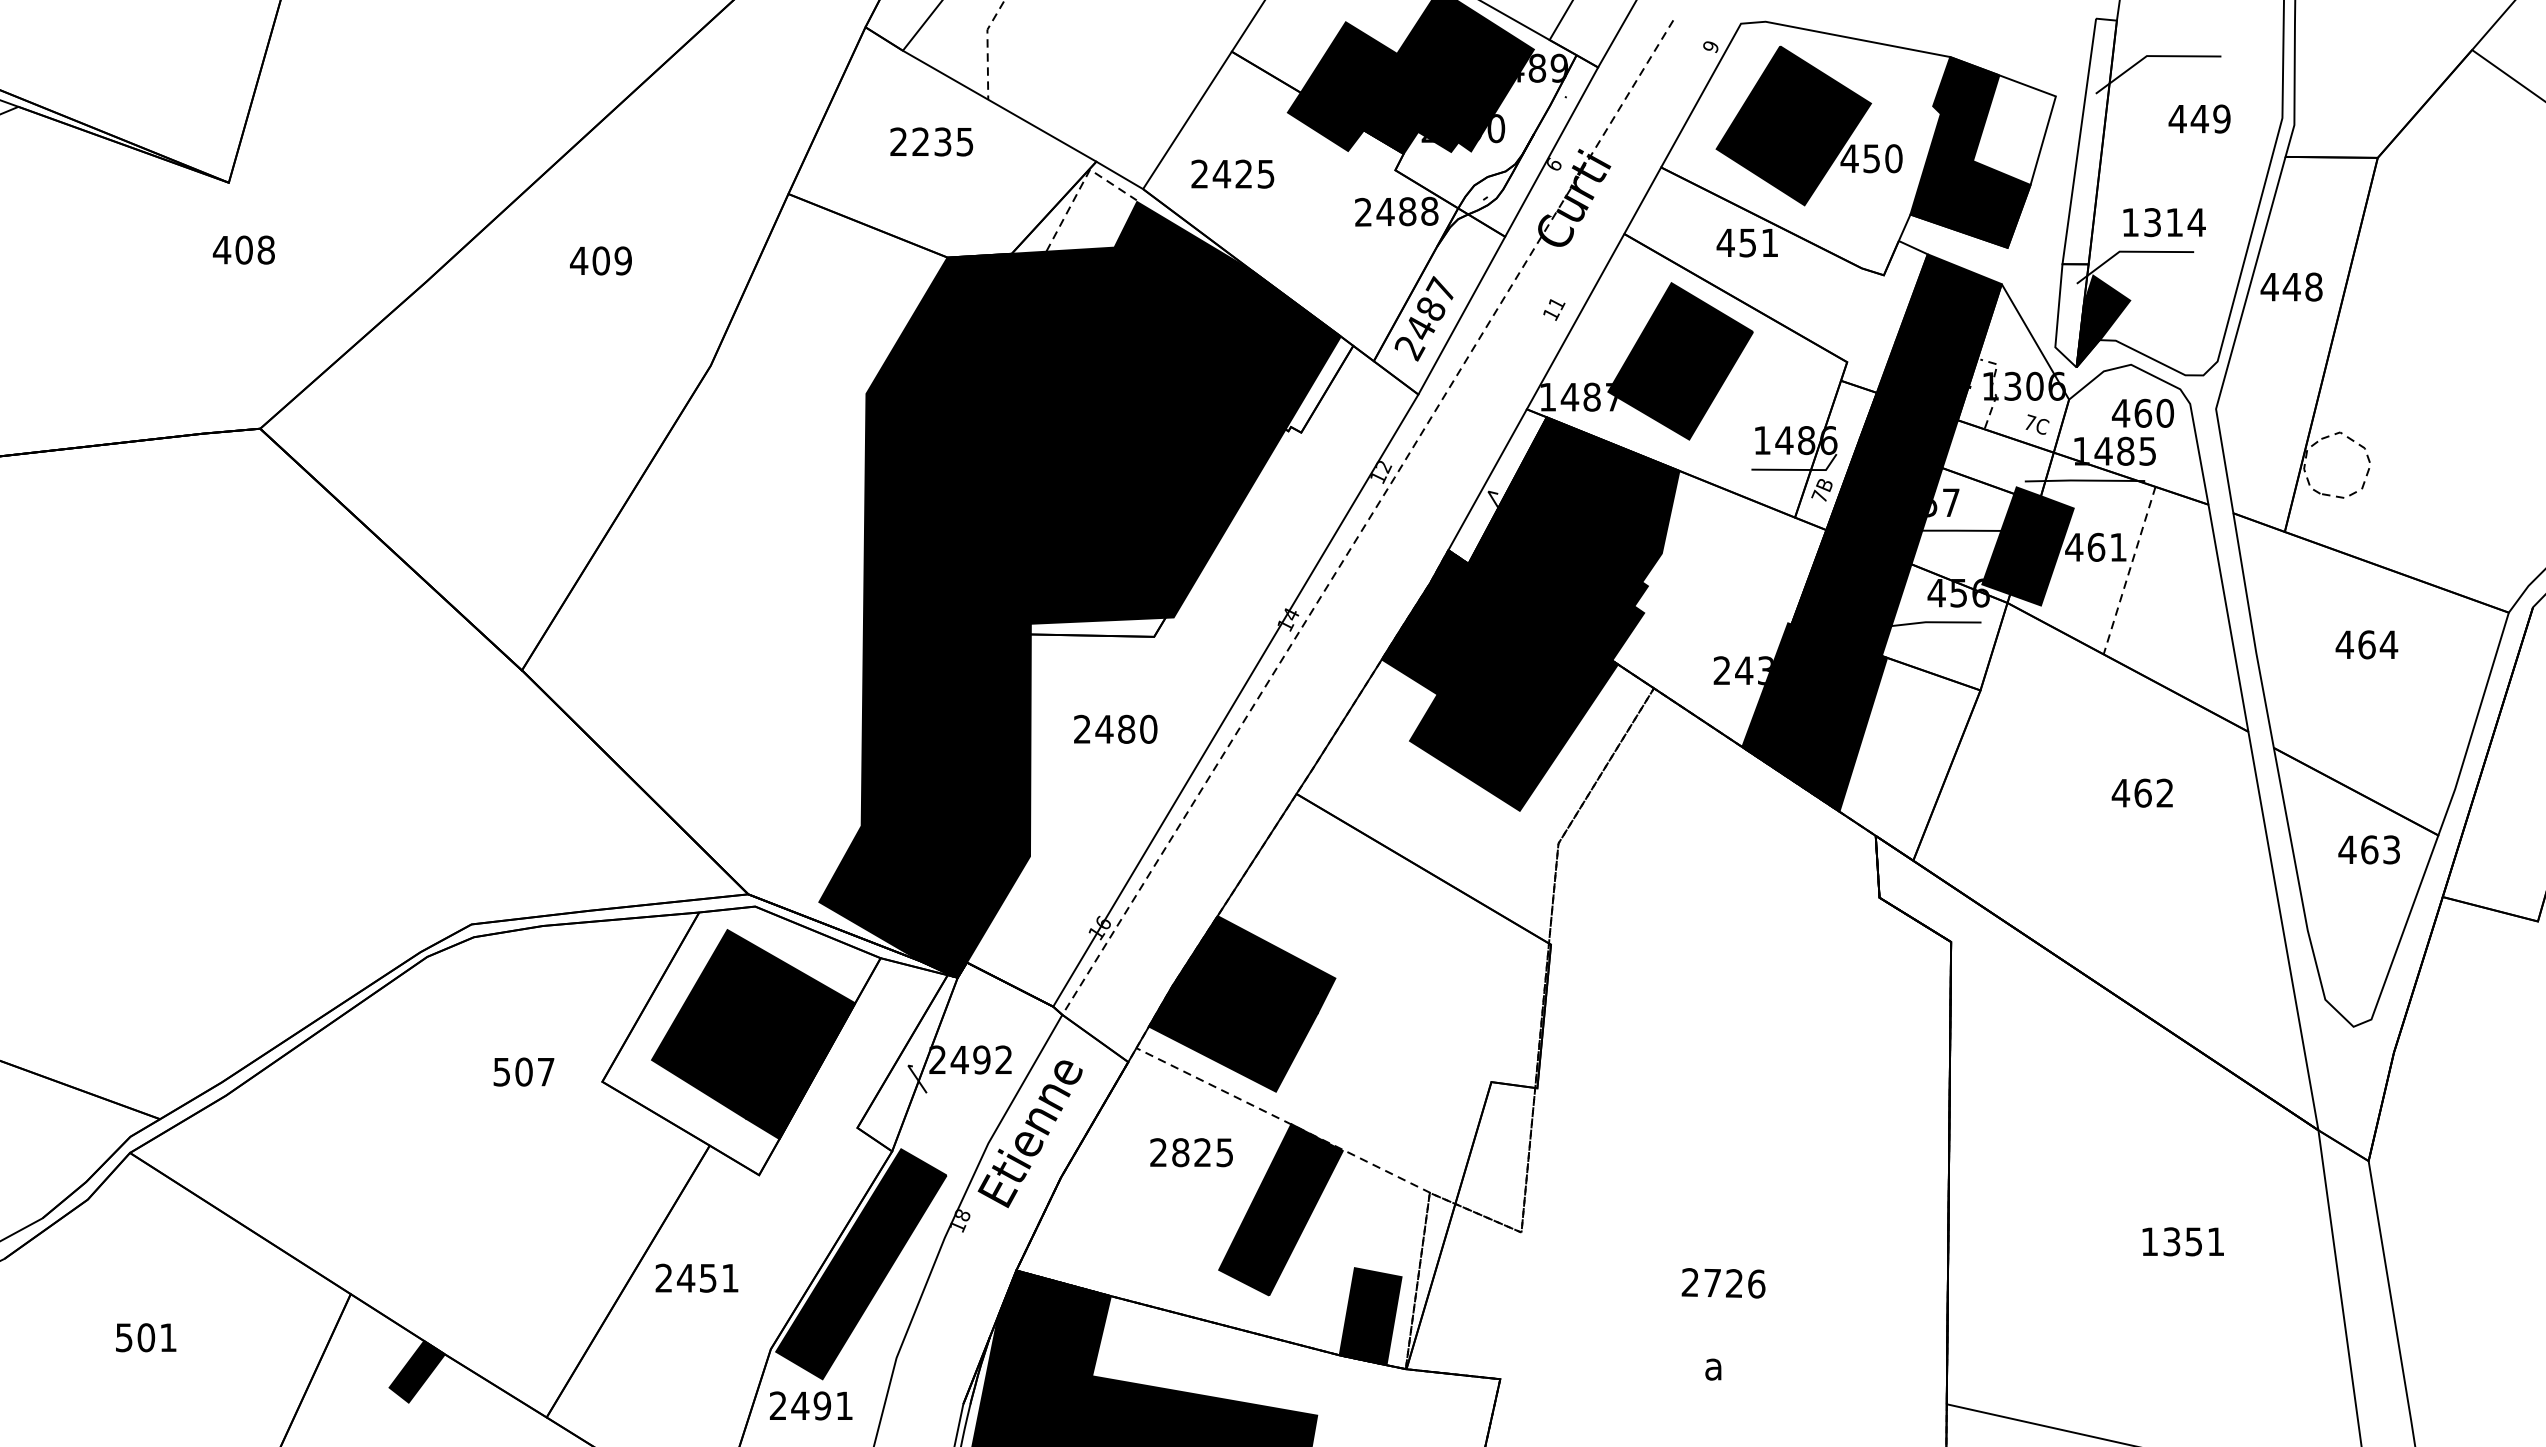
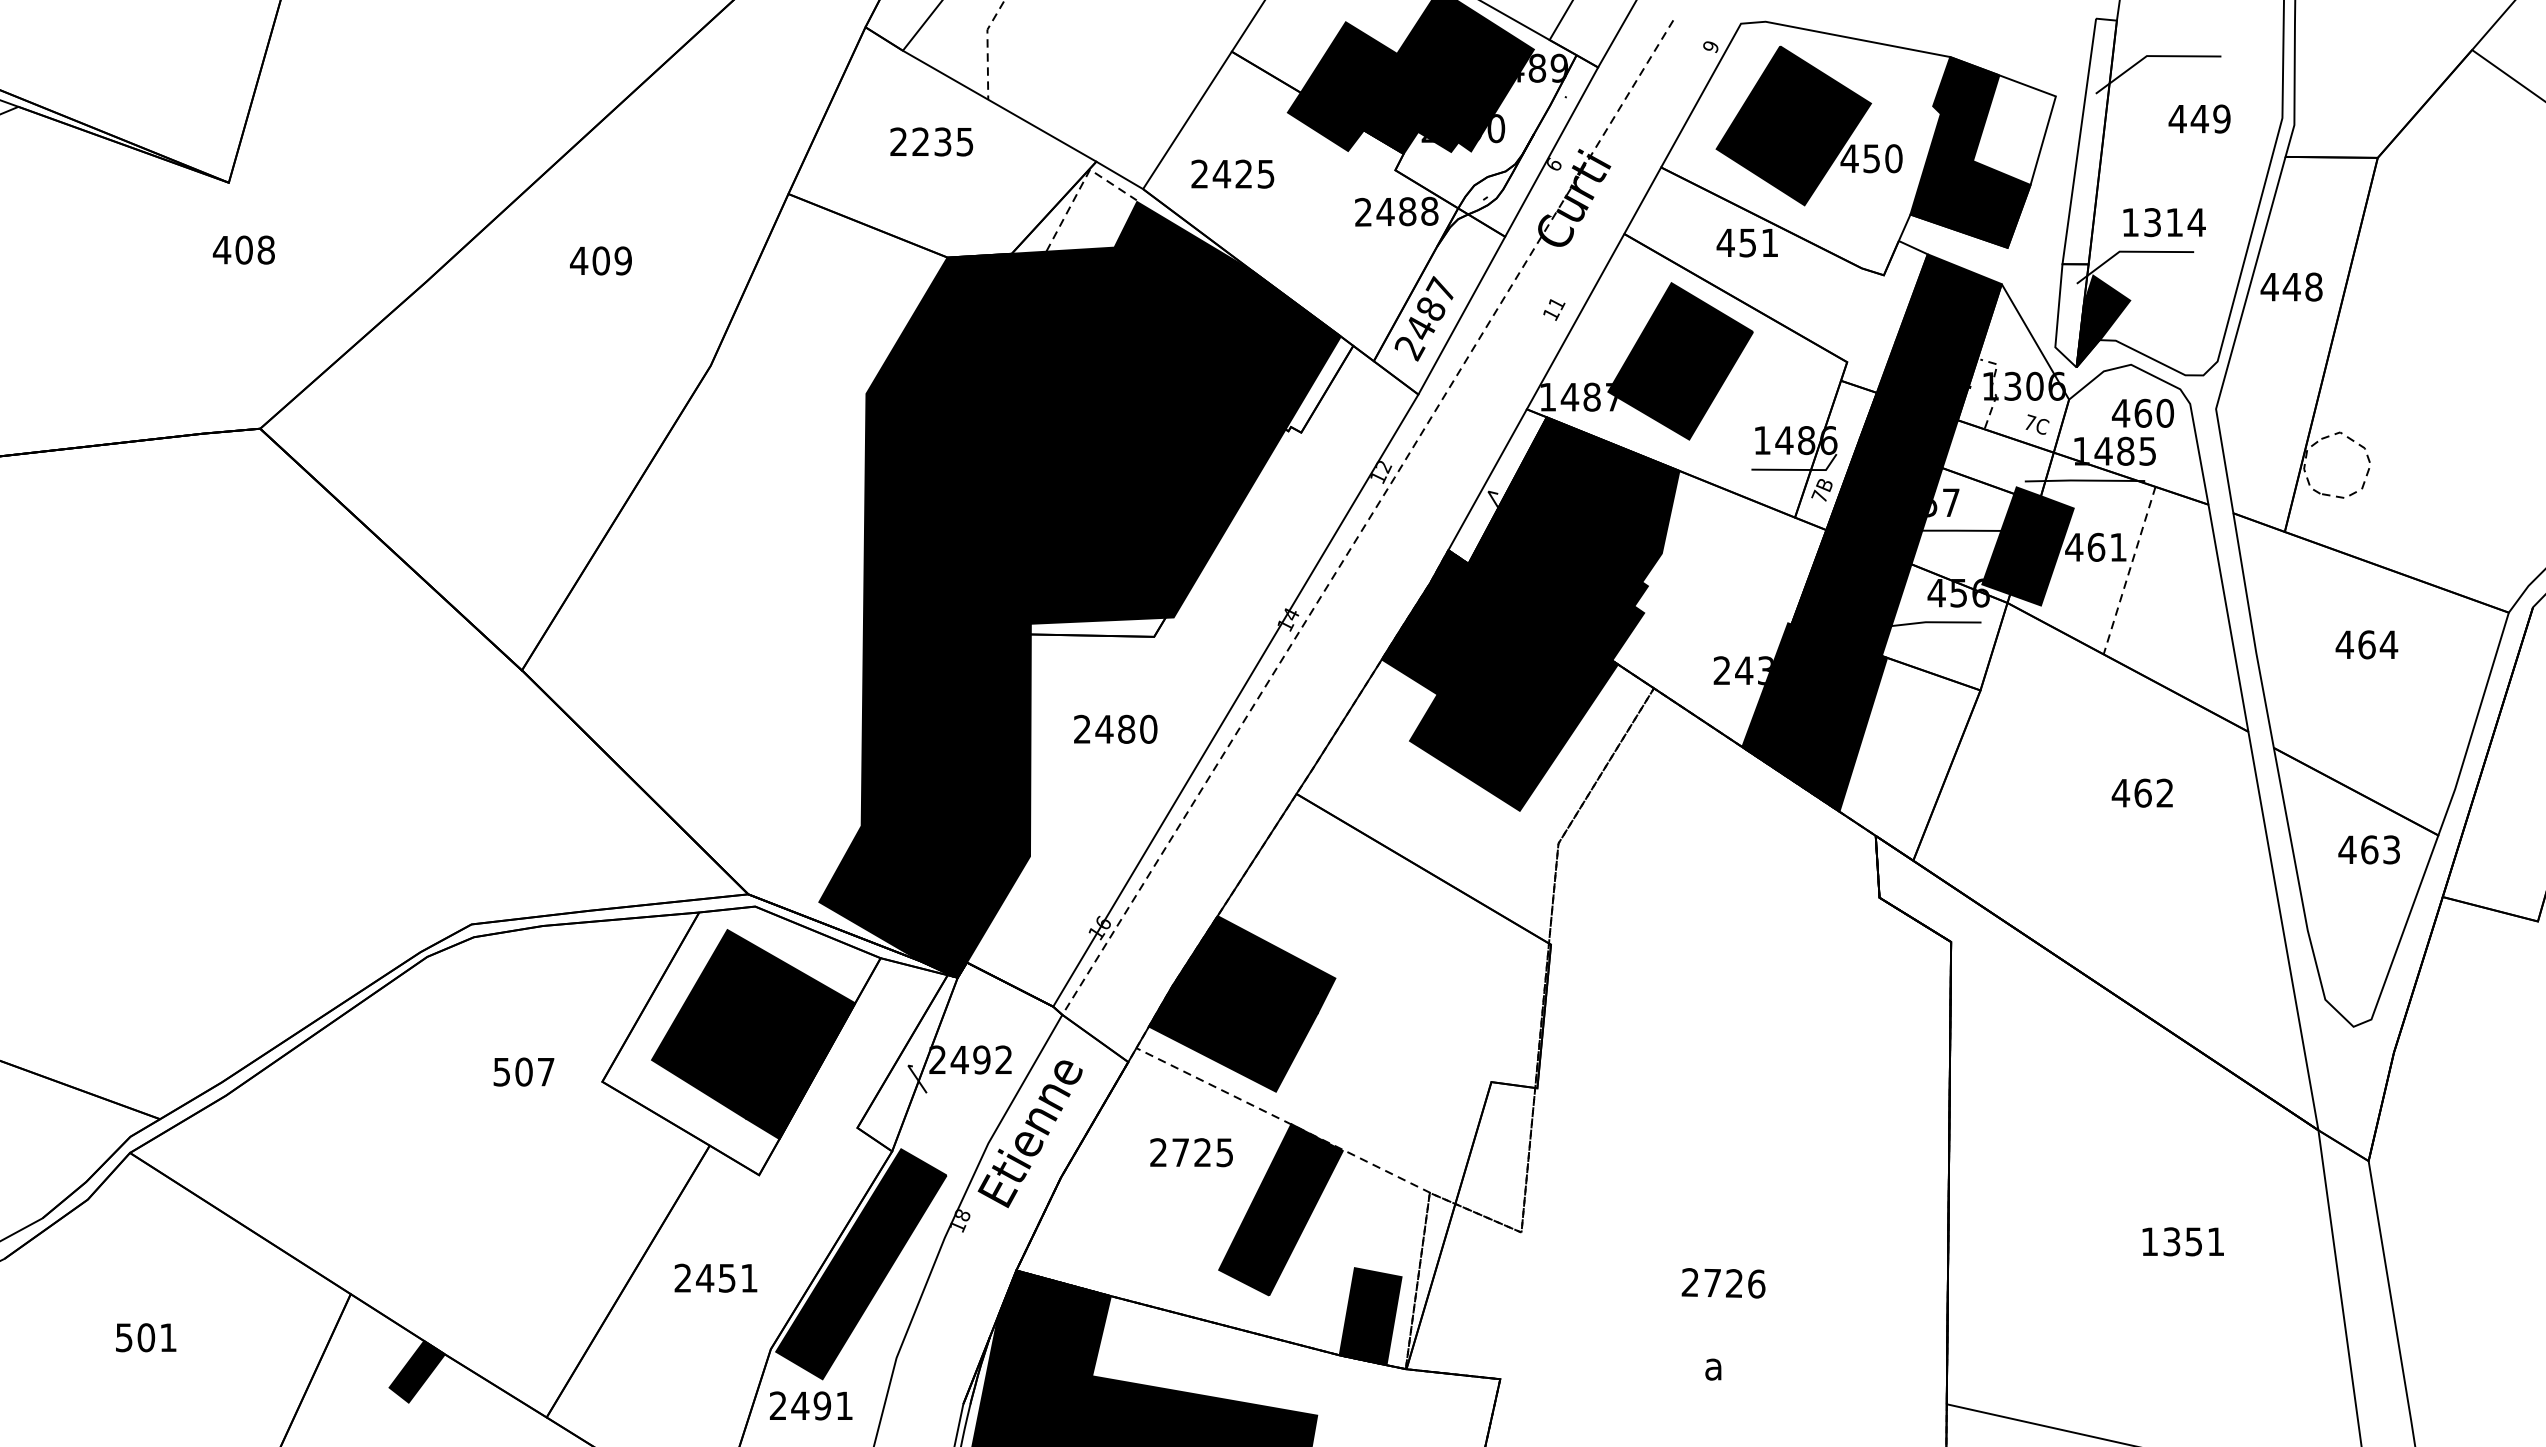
text at (1180, 1152): 2825 -> 2725
text at (696, 1277) position: (696, 1277) -> (715, 1277)
